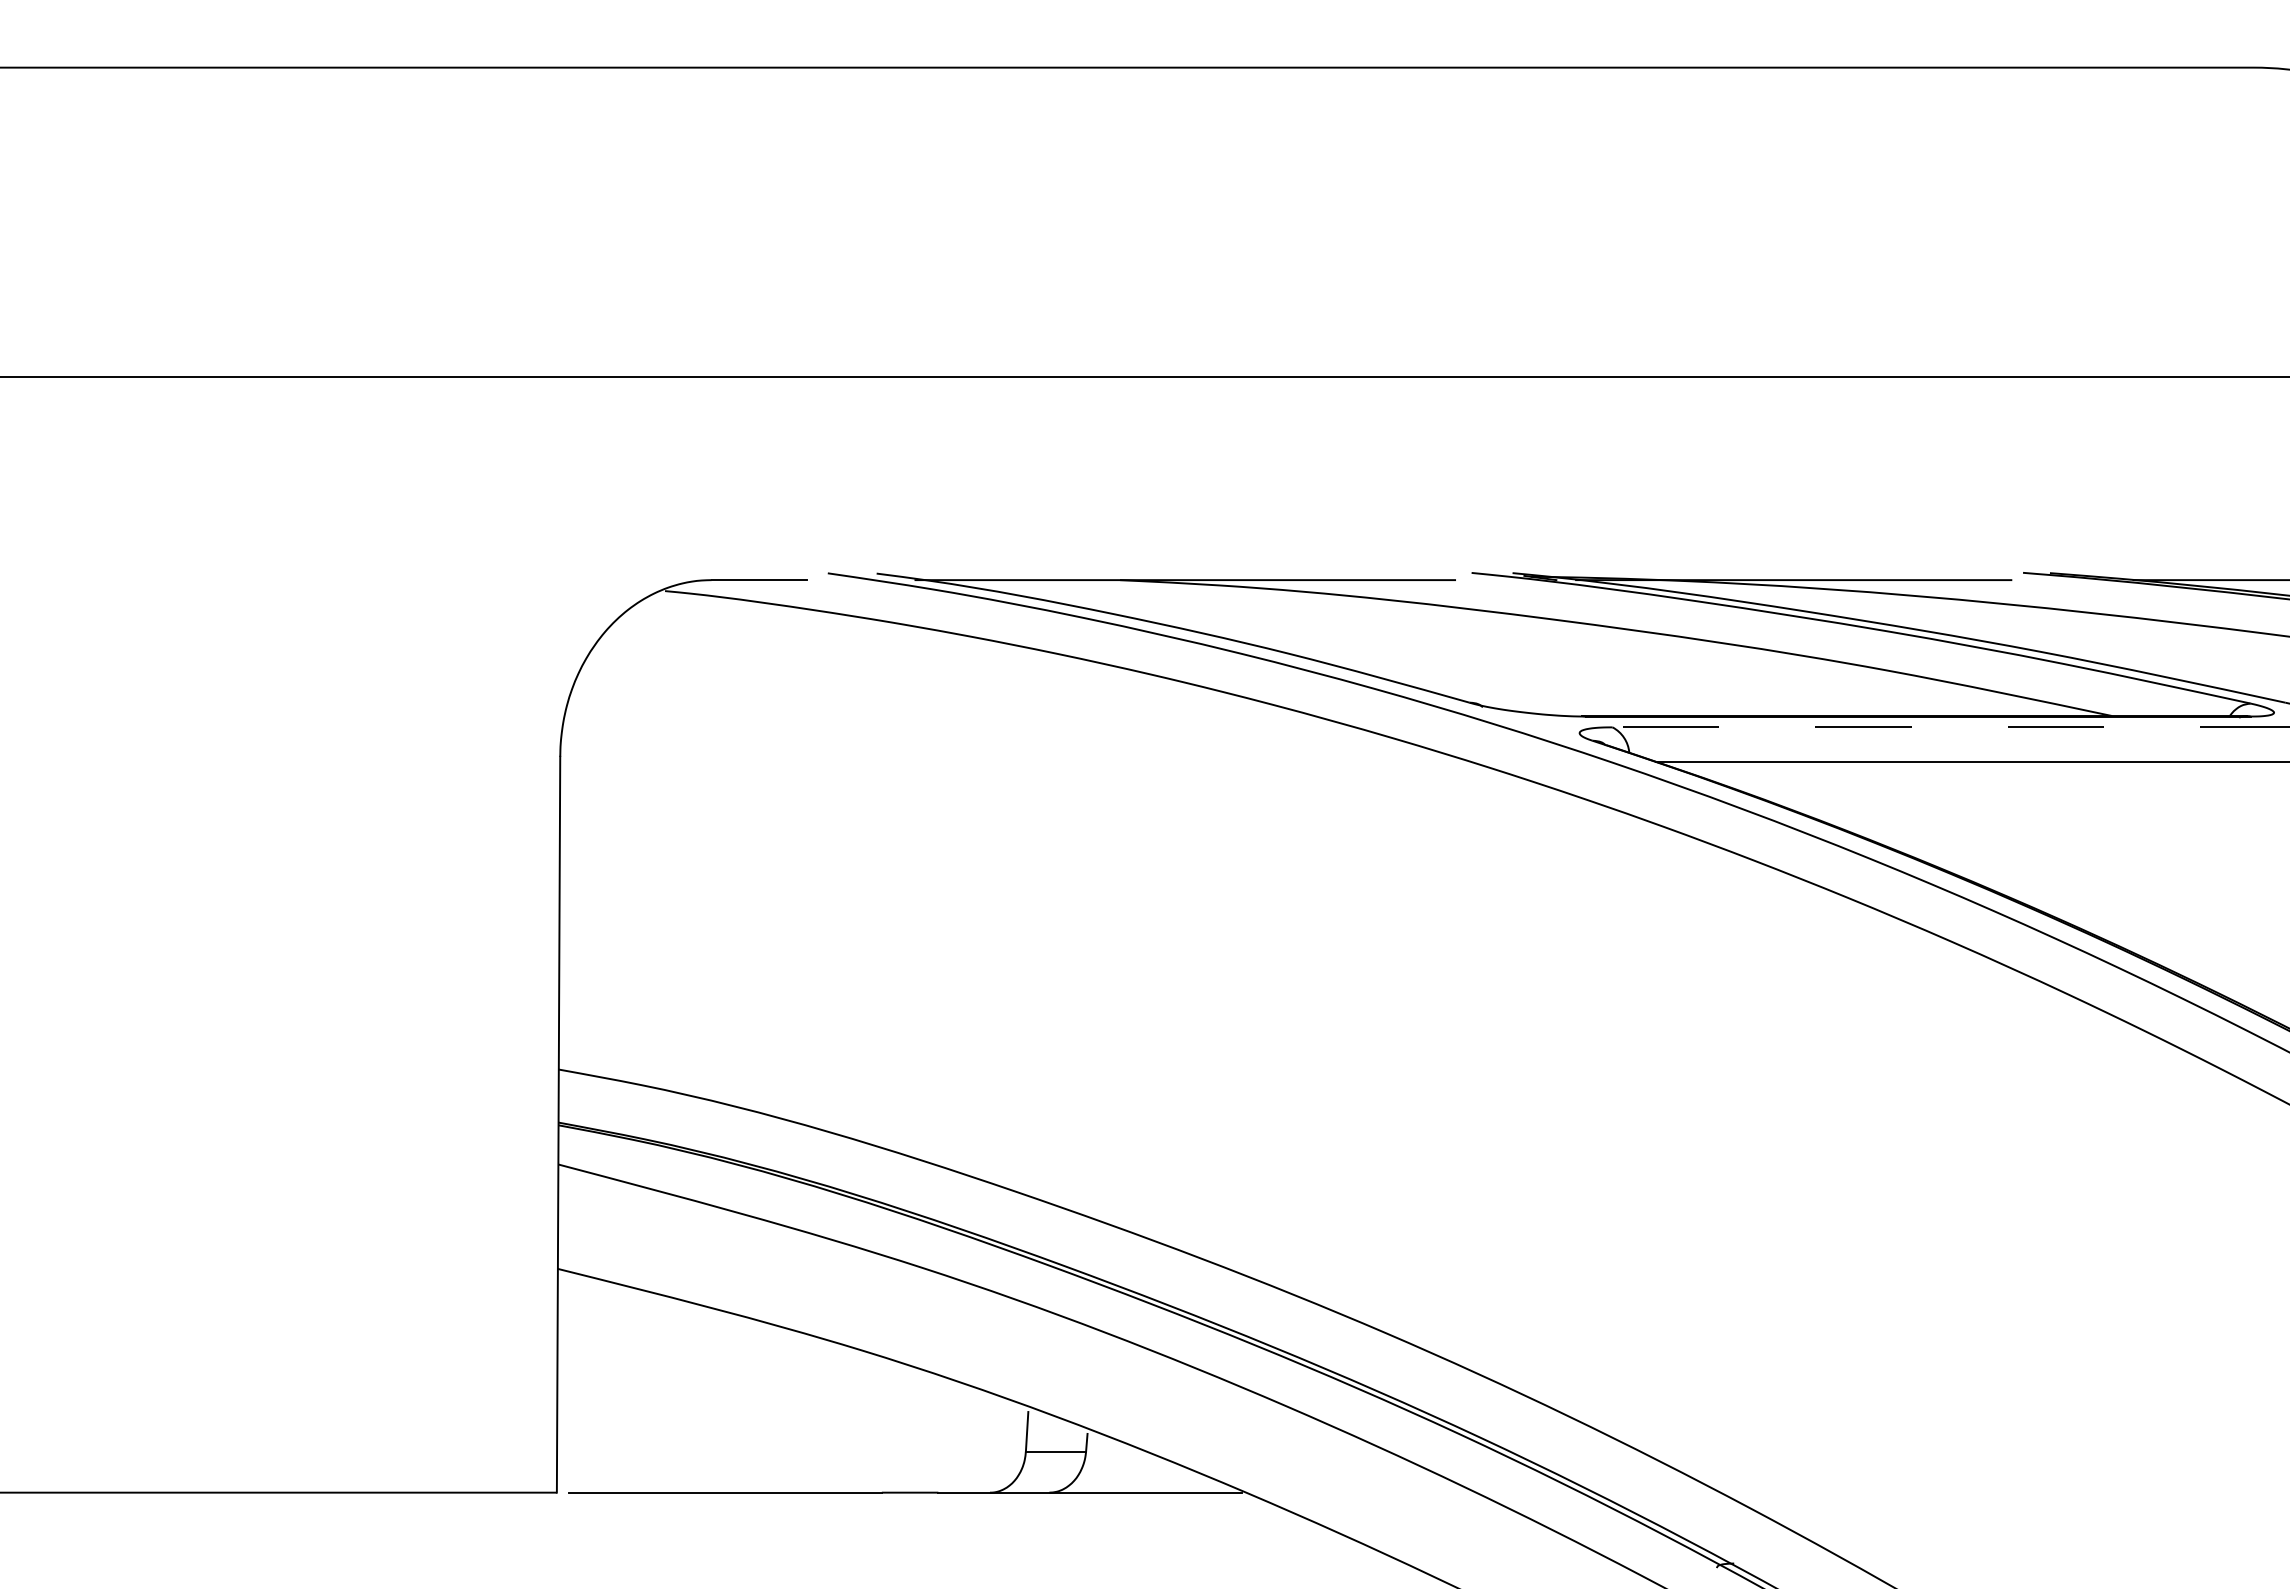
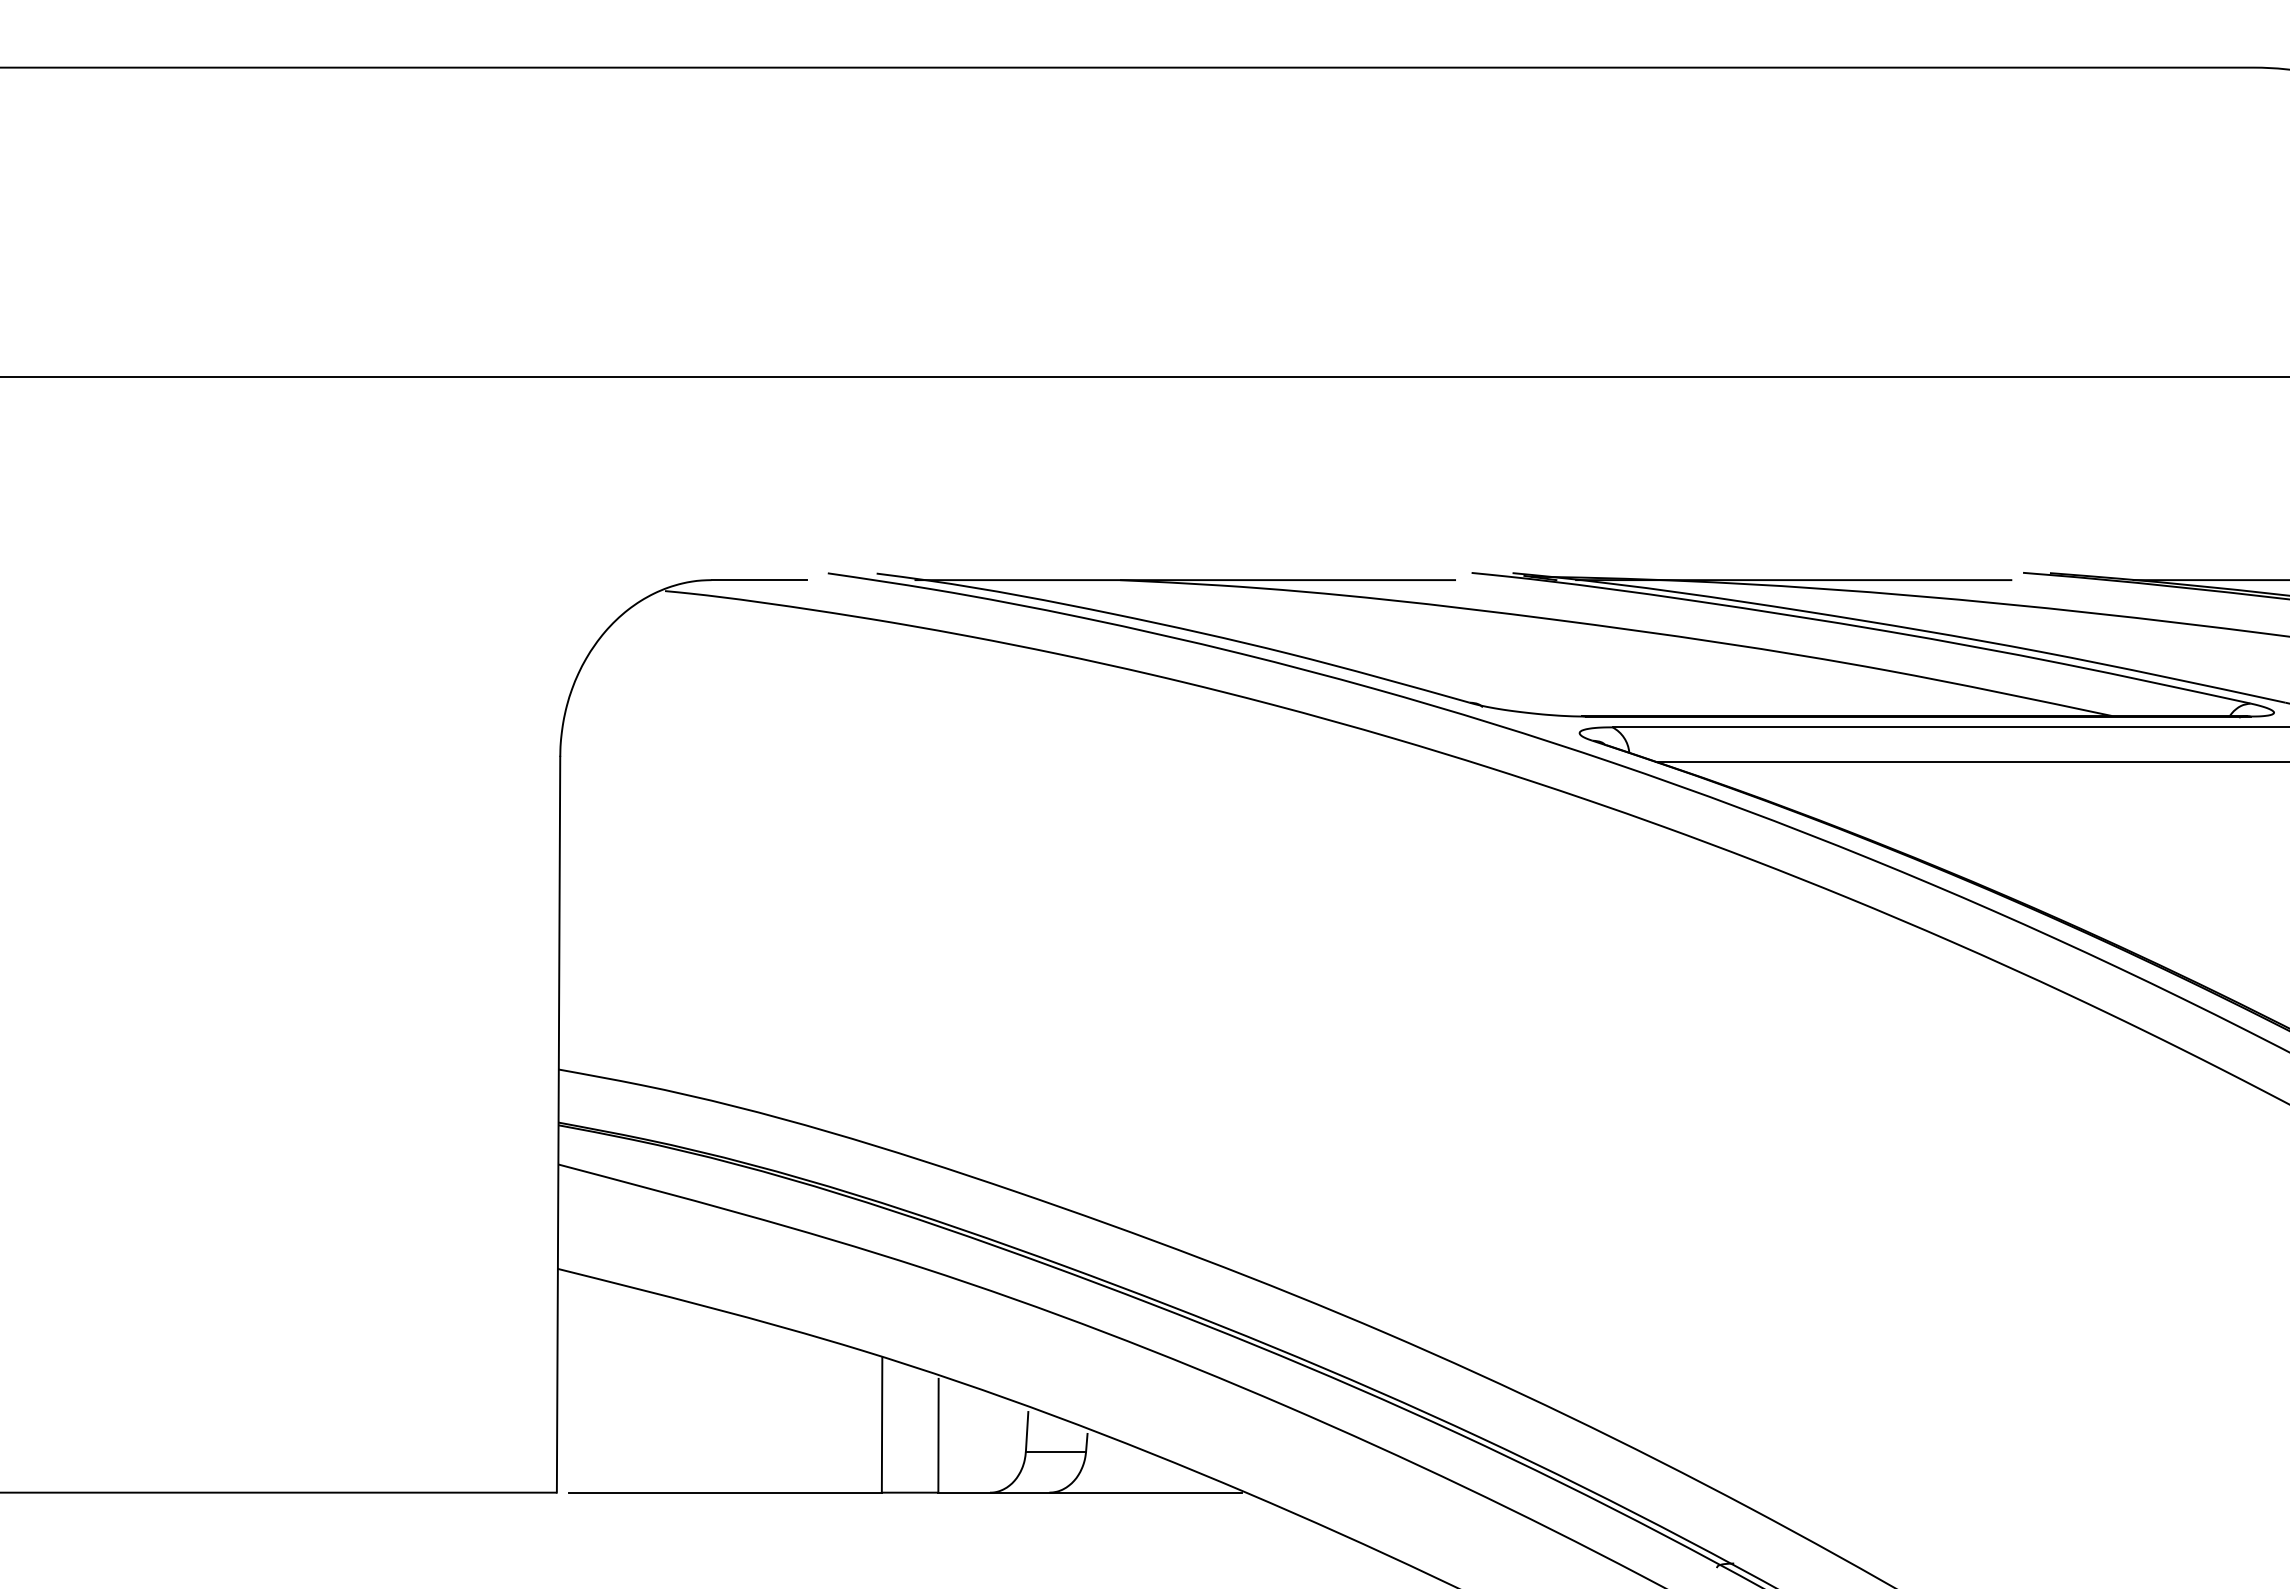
line at (1950, 727): dashed -> solid
line at (881, 1425): none -> present
line at (938, 1435): none -> present
